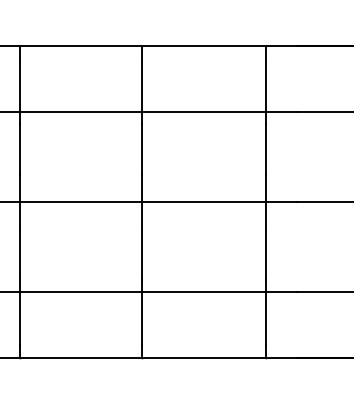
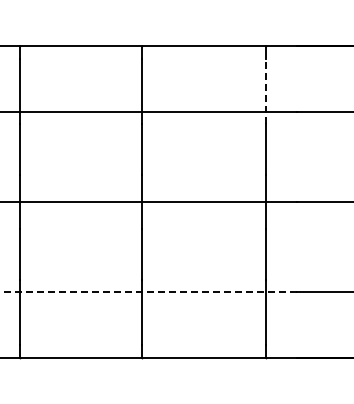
line at (265, 91): solid -> dashed
line at (147, 291): solid -> dashed
